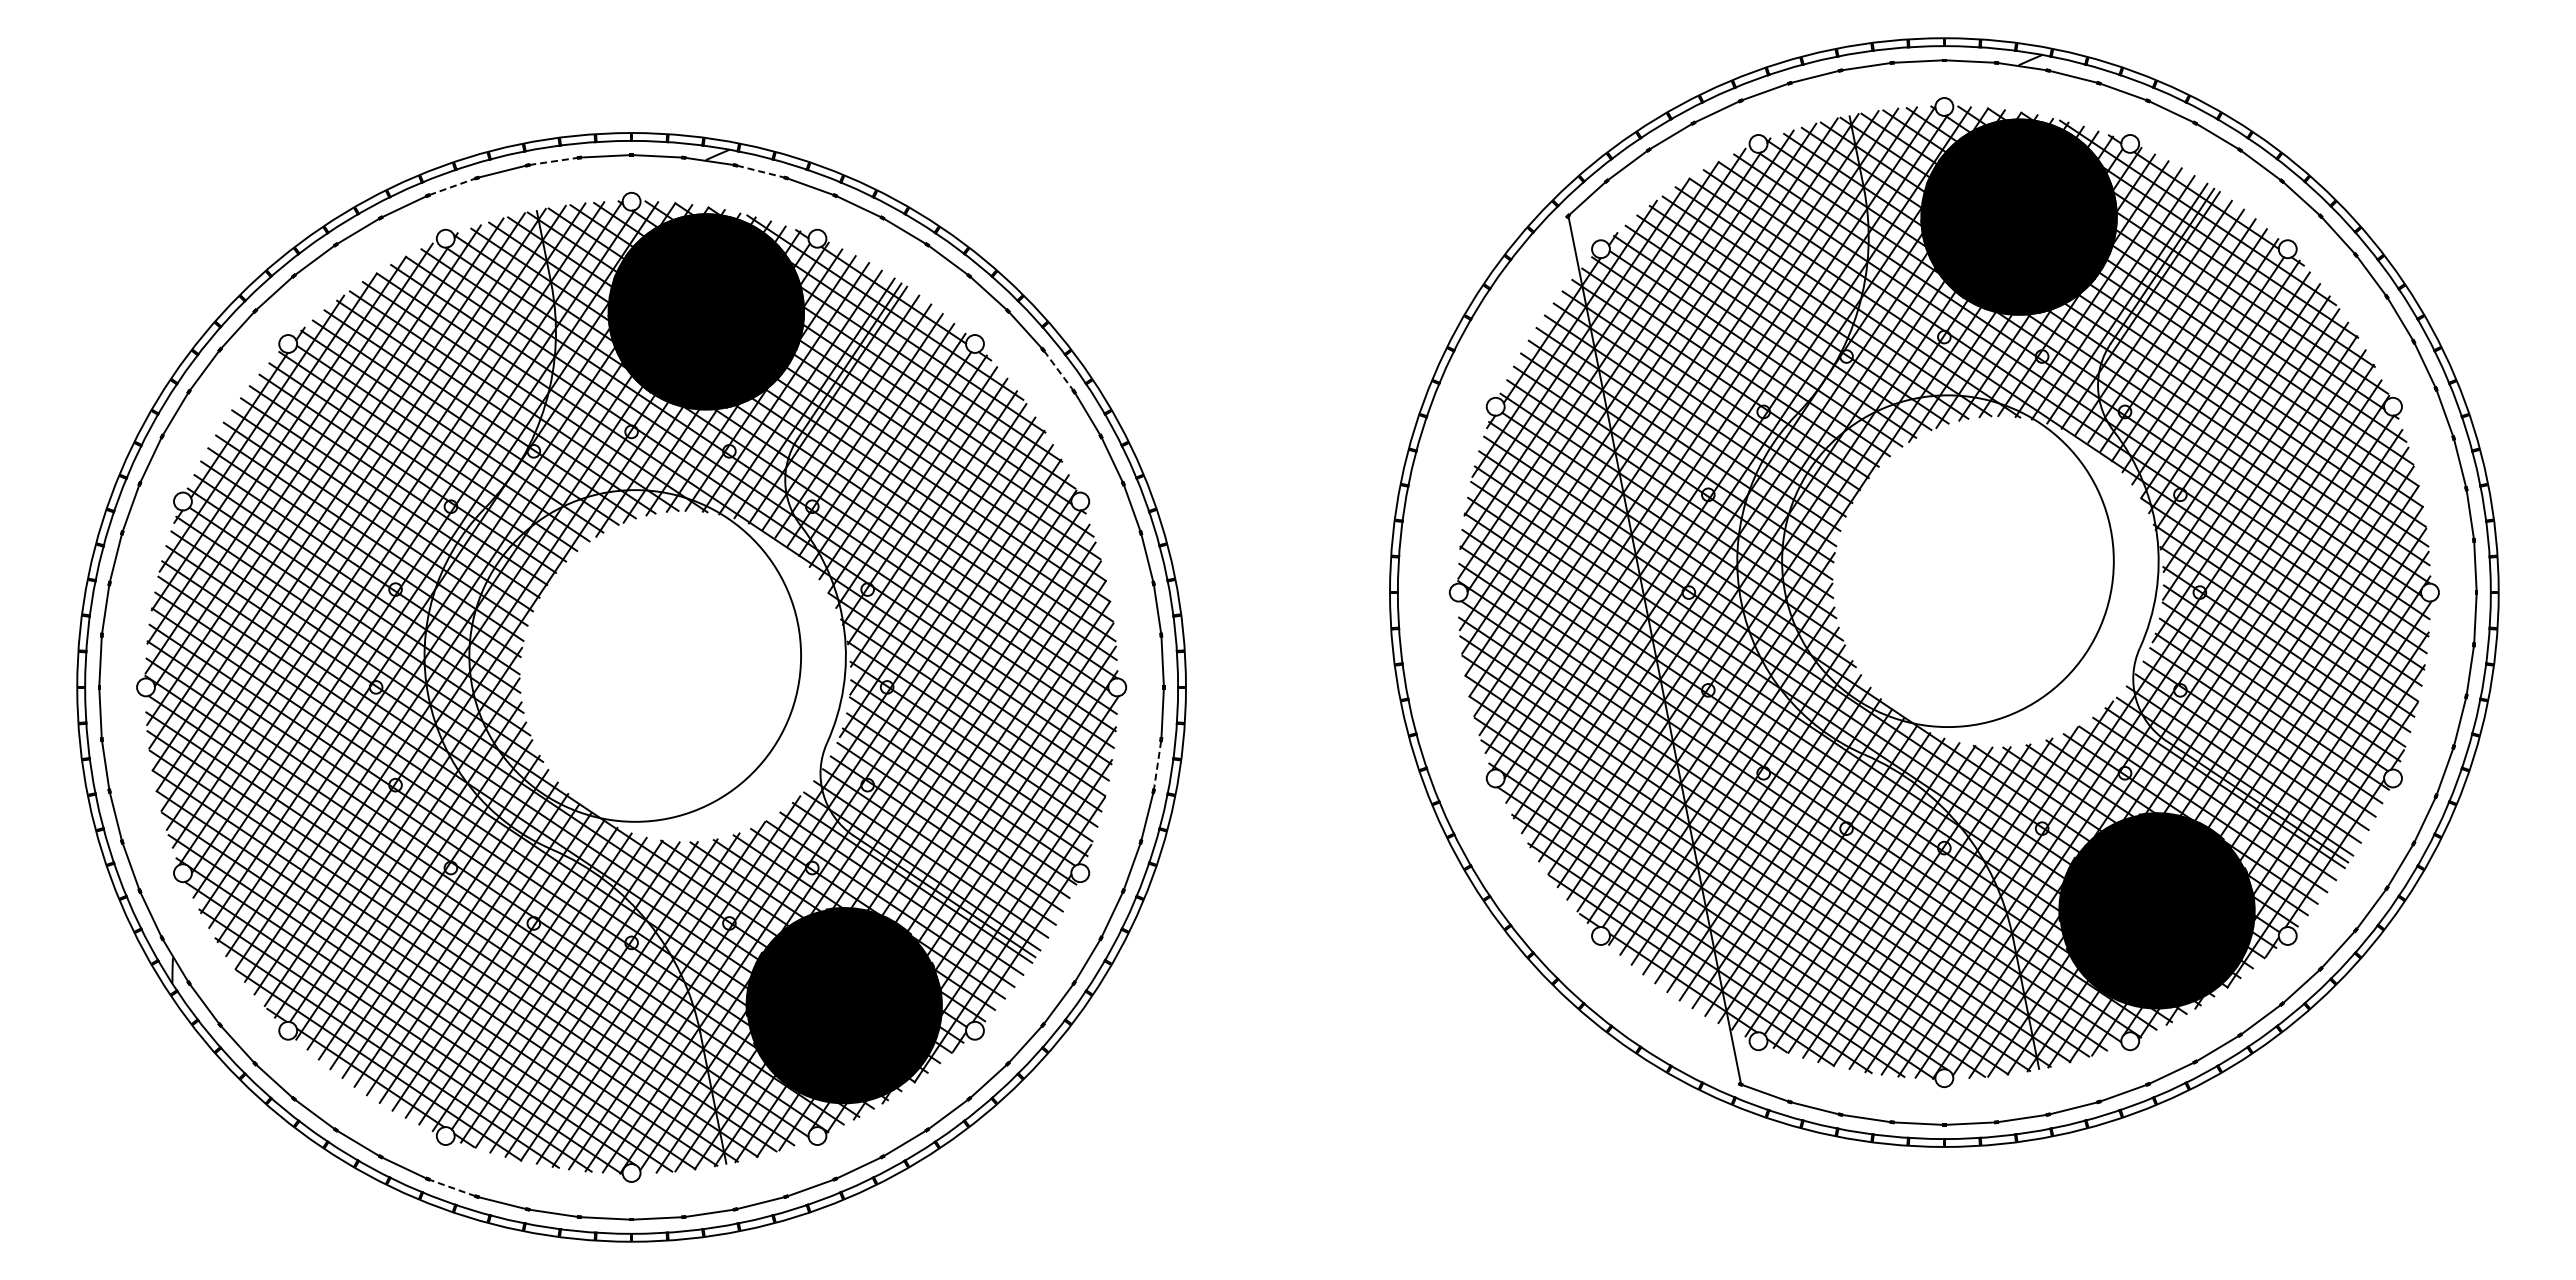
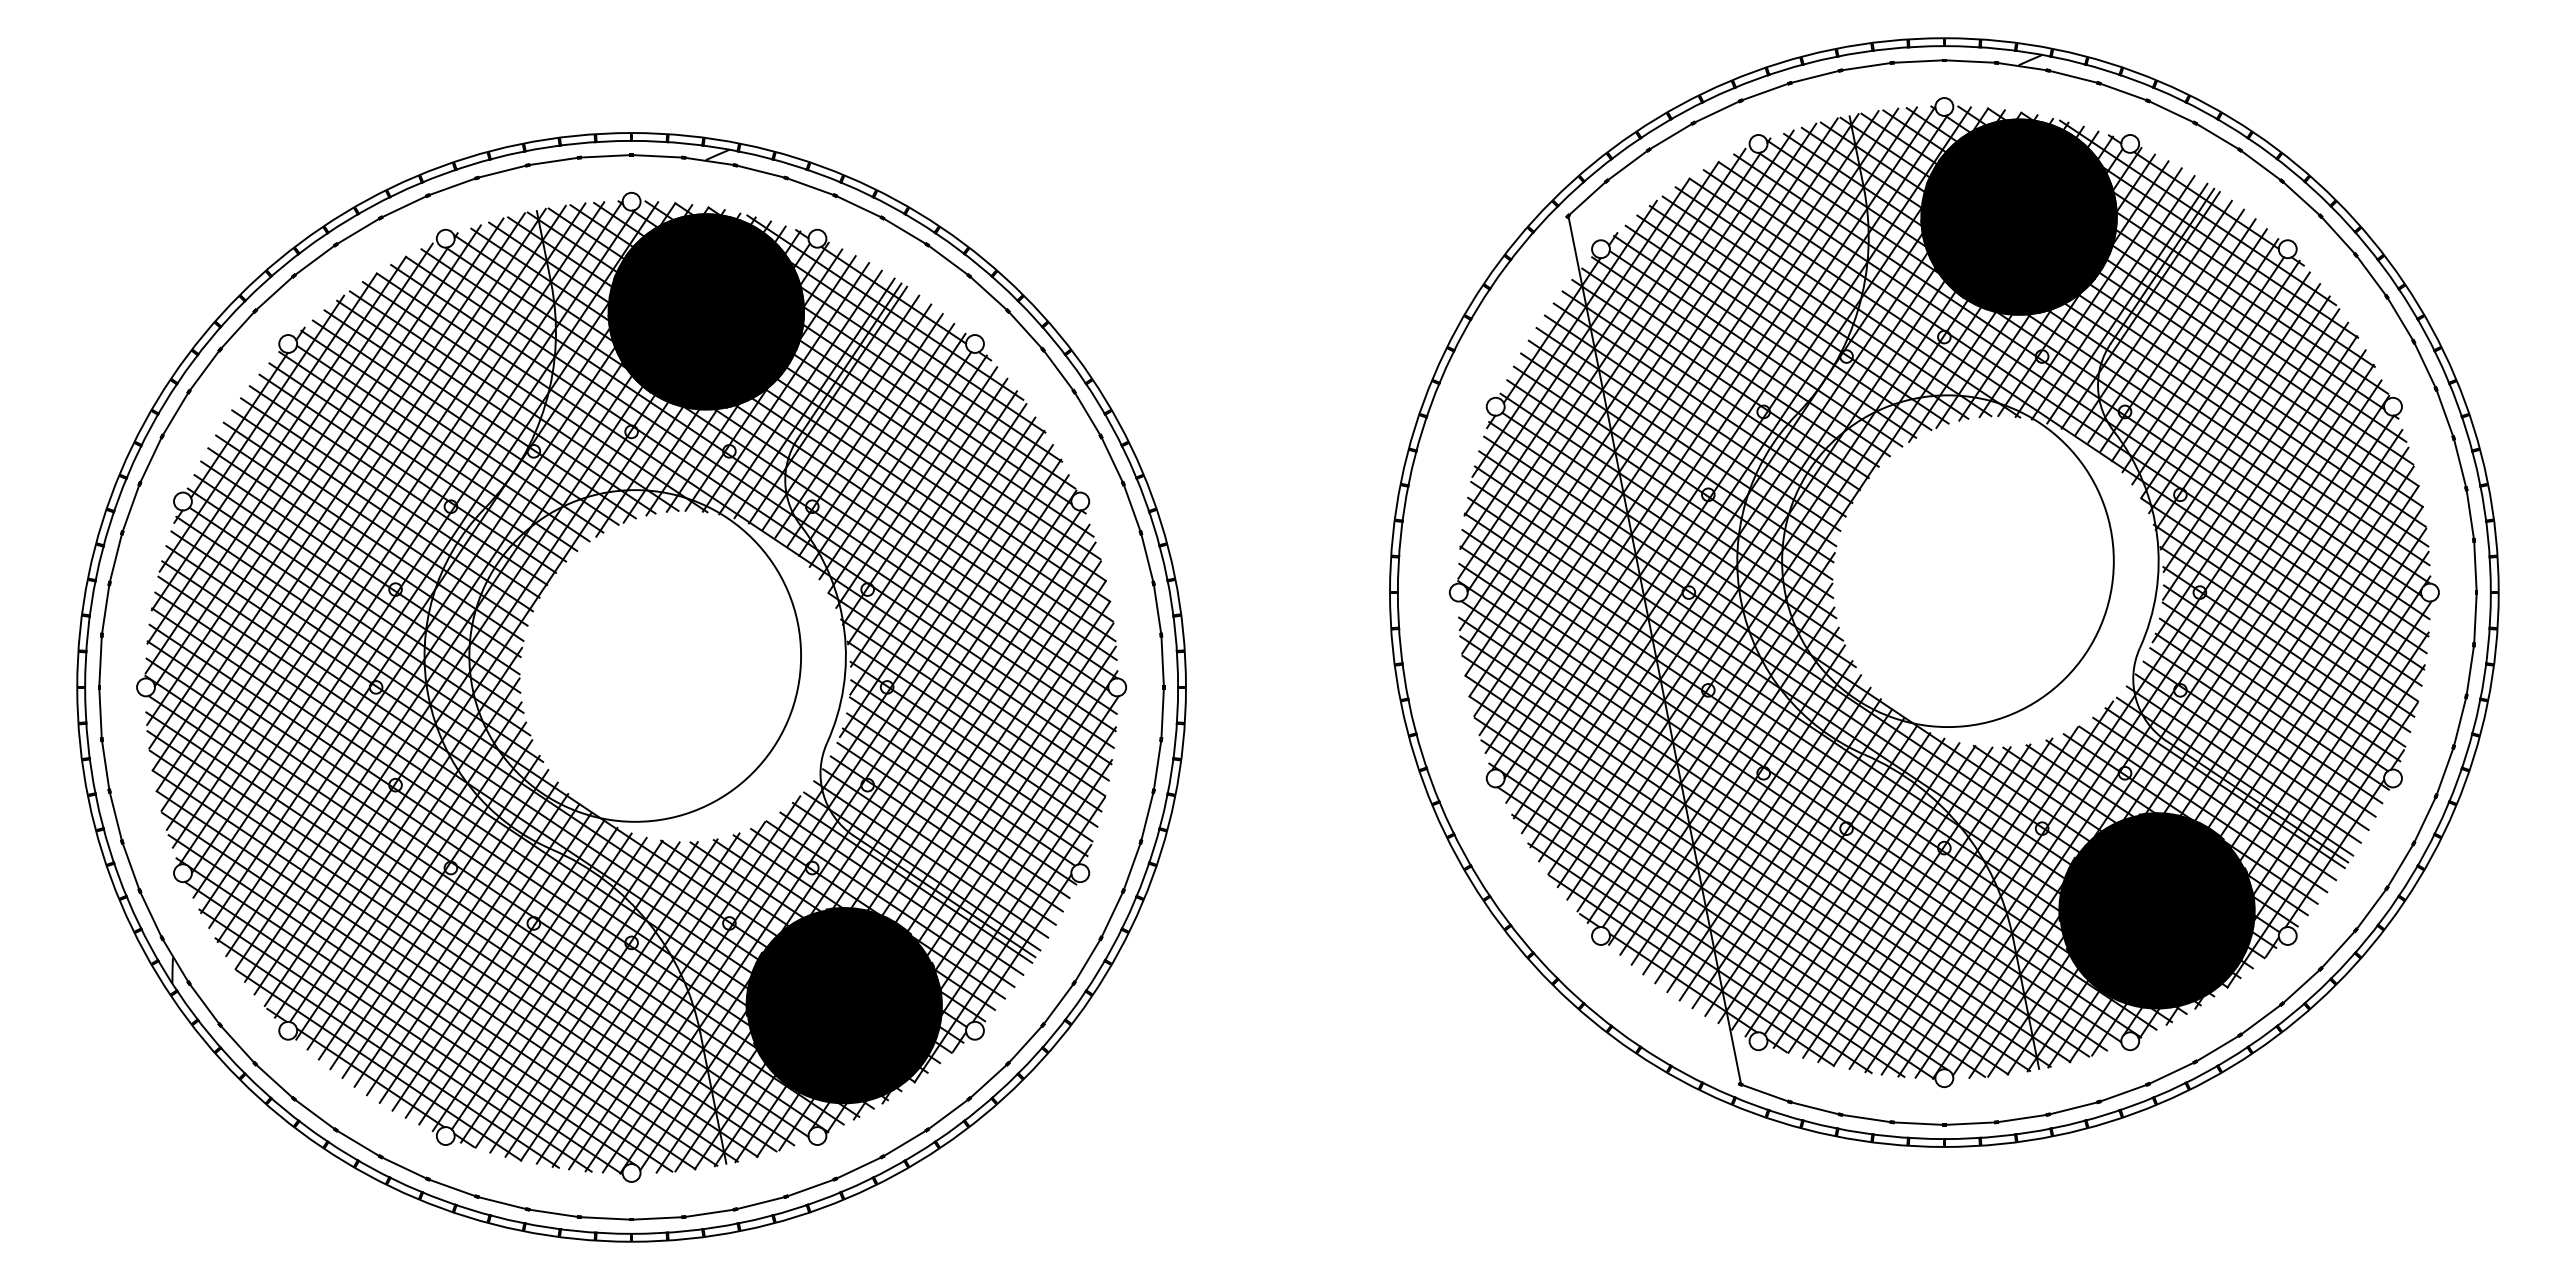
line at (553, 161): dashed -> solid
line at (760, 171): dashed -> solid
line at (452, 186): dashed -> solid
line at (1058, 370): dashed -> solid
line at (1157, 765): dashed -> solid
line at (452, 1187): dashed -> solid
